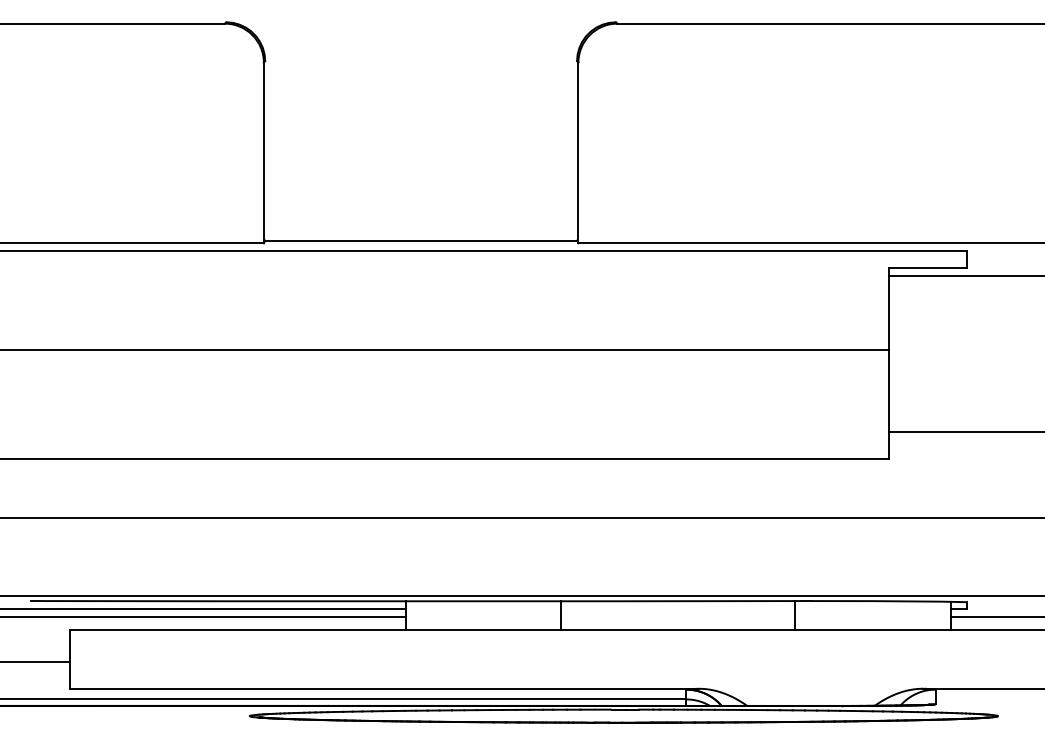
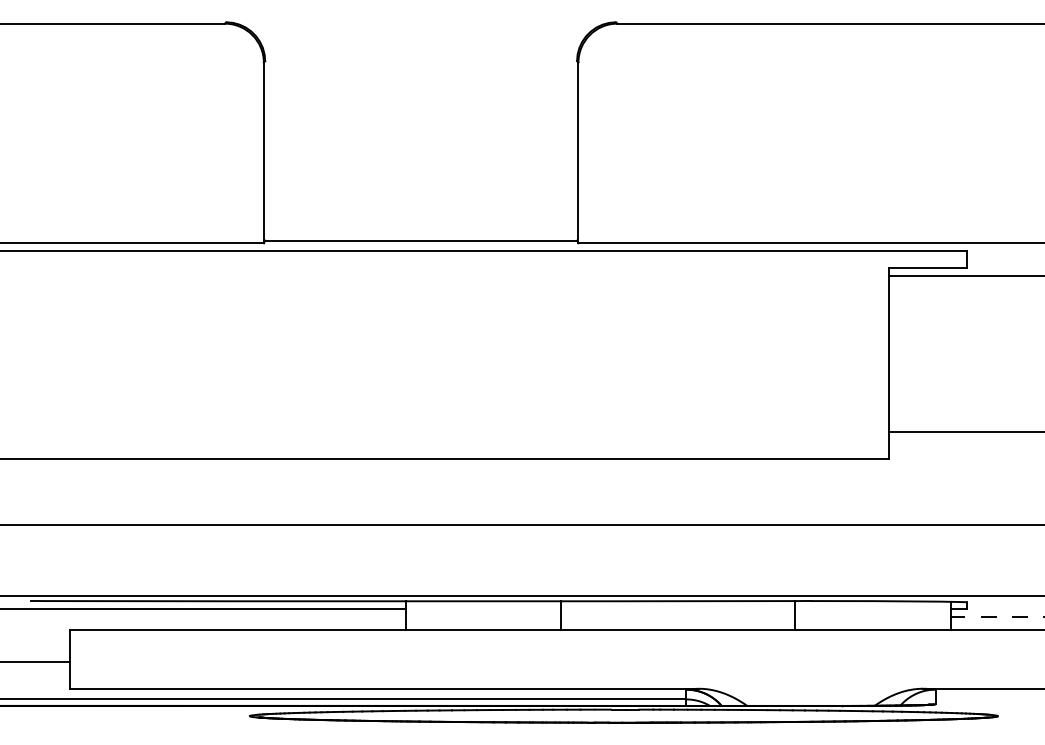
line at (445, 349): present -> none
line at (521, 518) position: (521, 518) -> (521, 525)
line at (203, 617): present -> none
line at (997, 617): solid -> dashed
